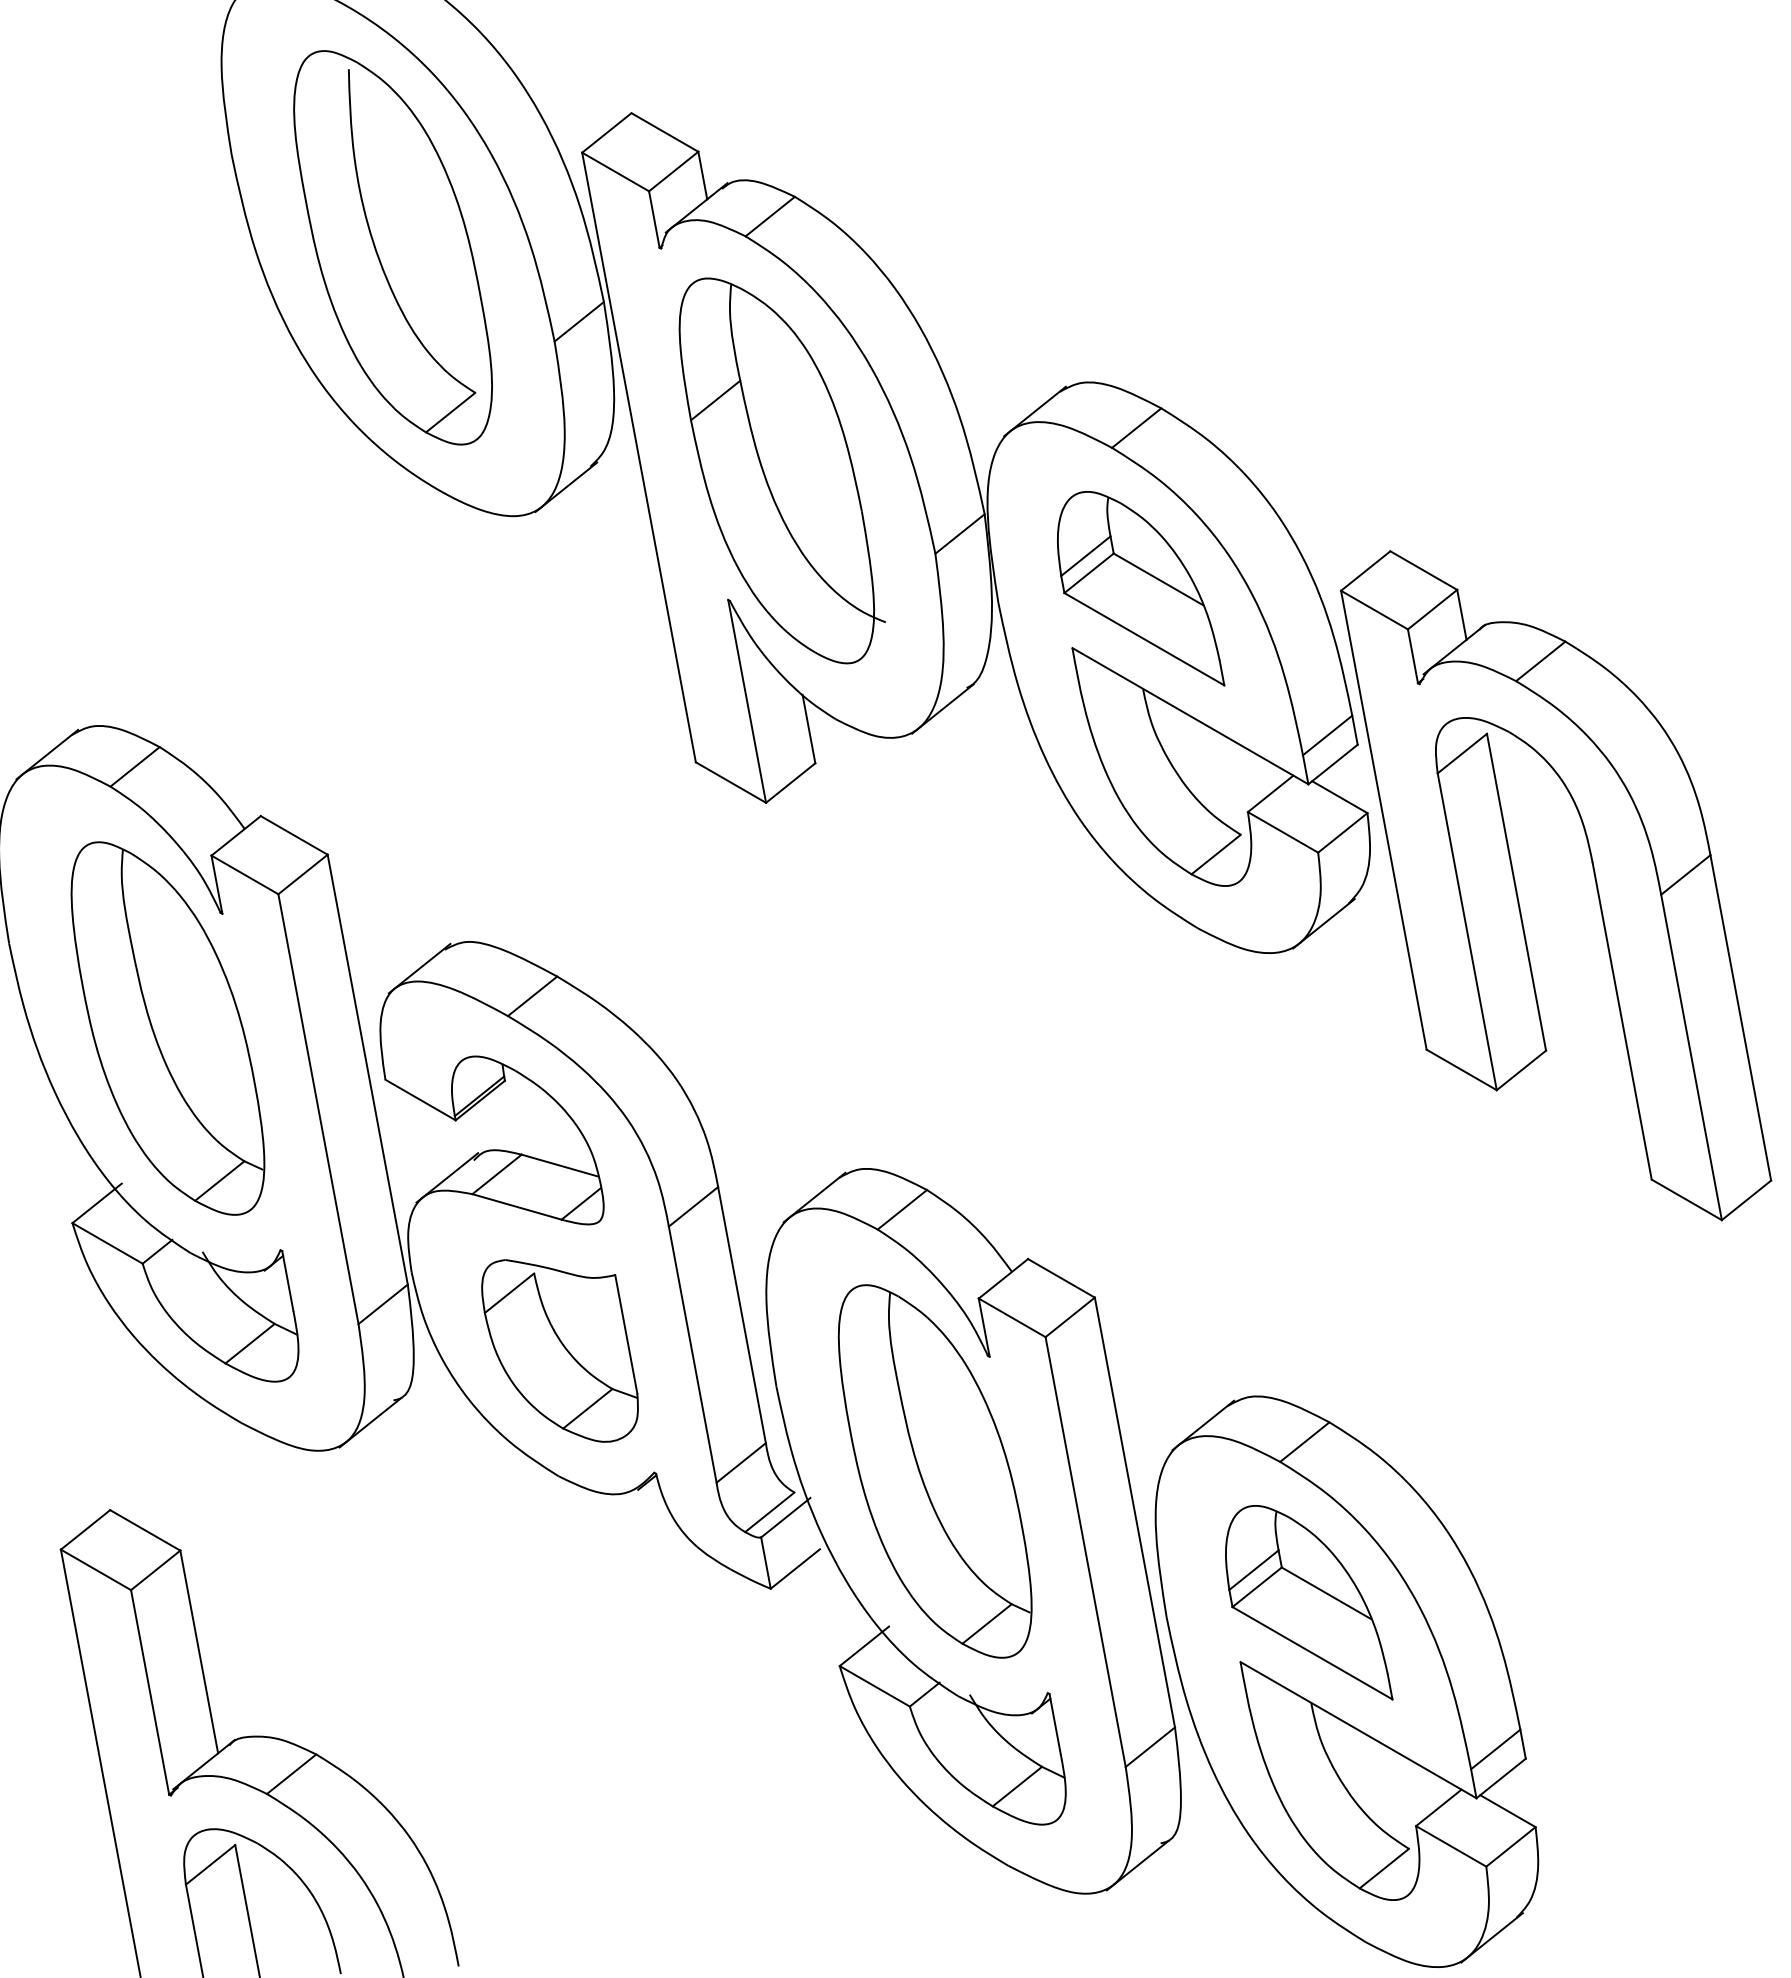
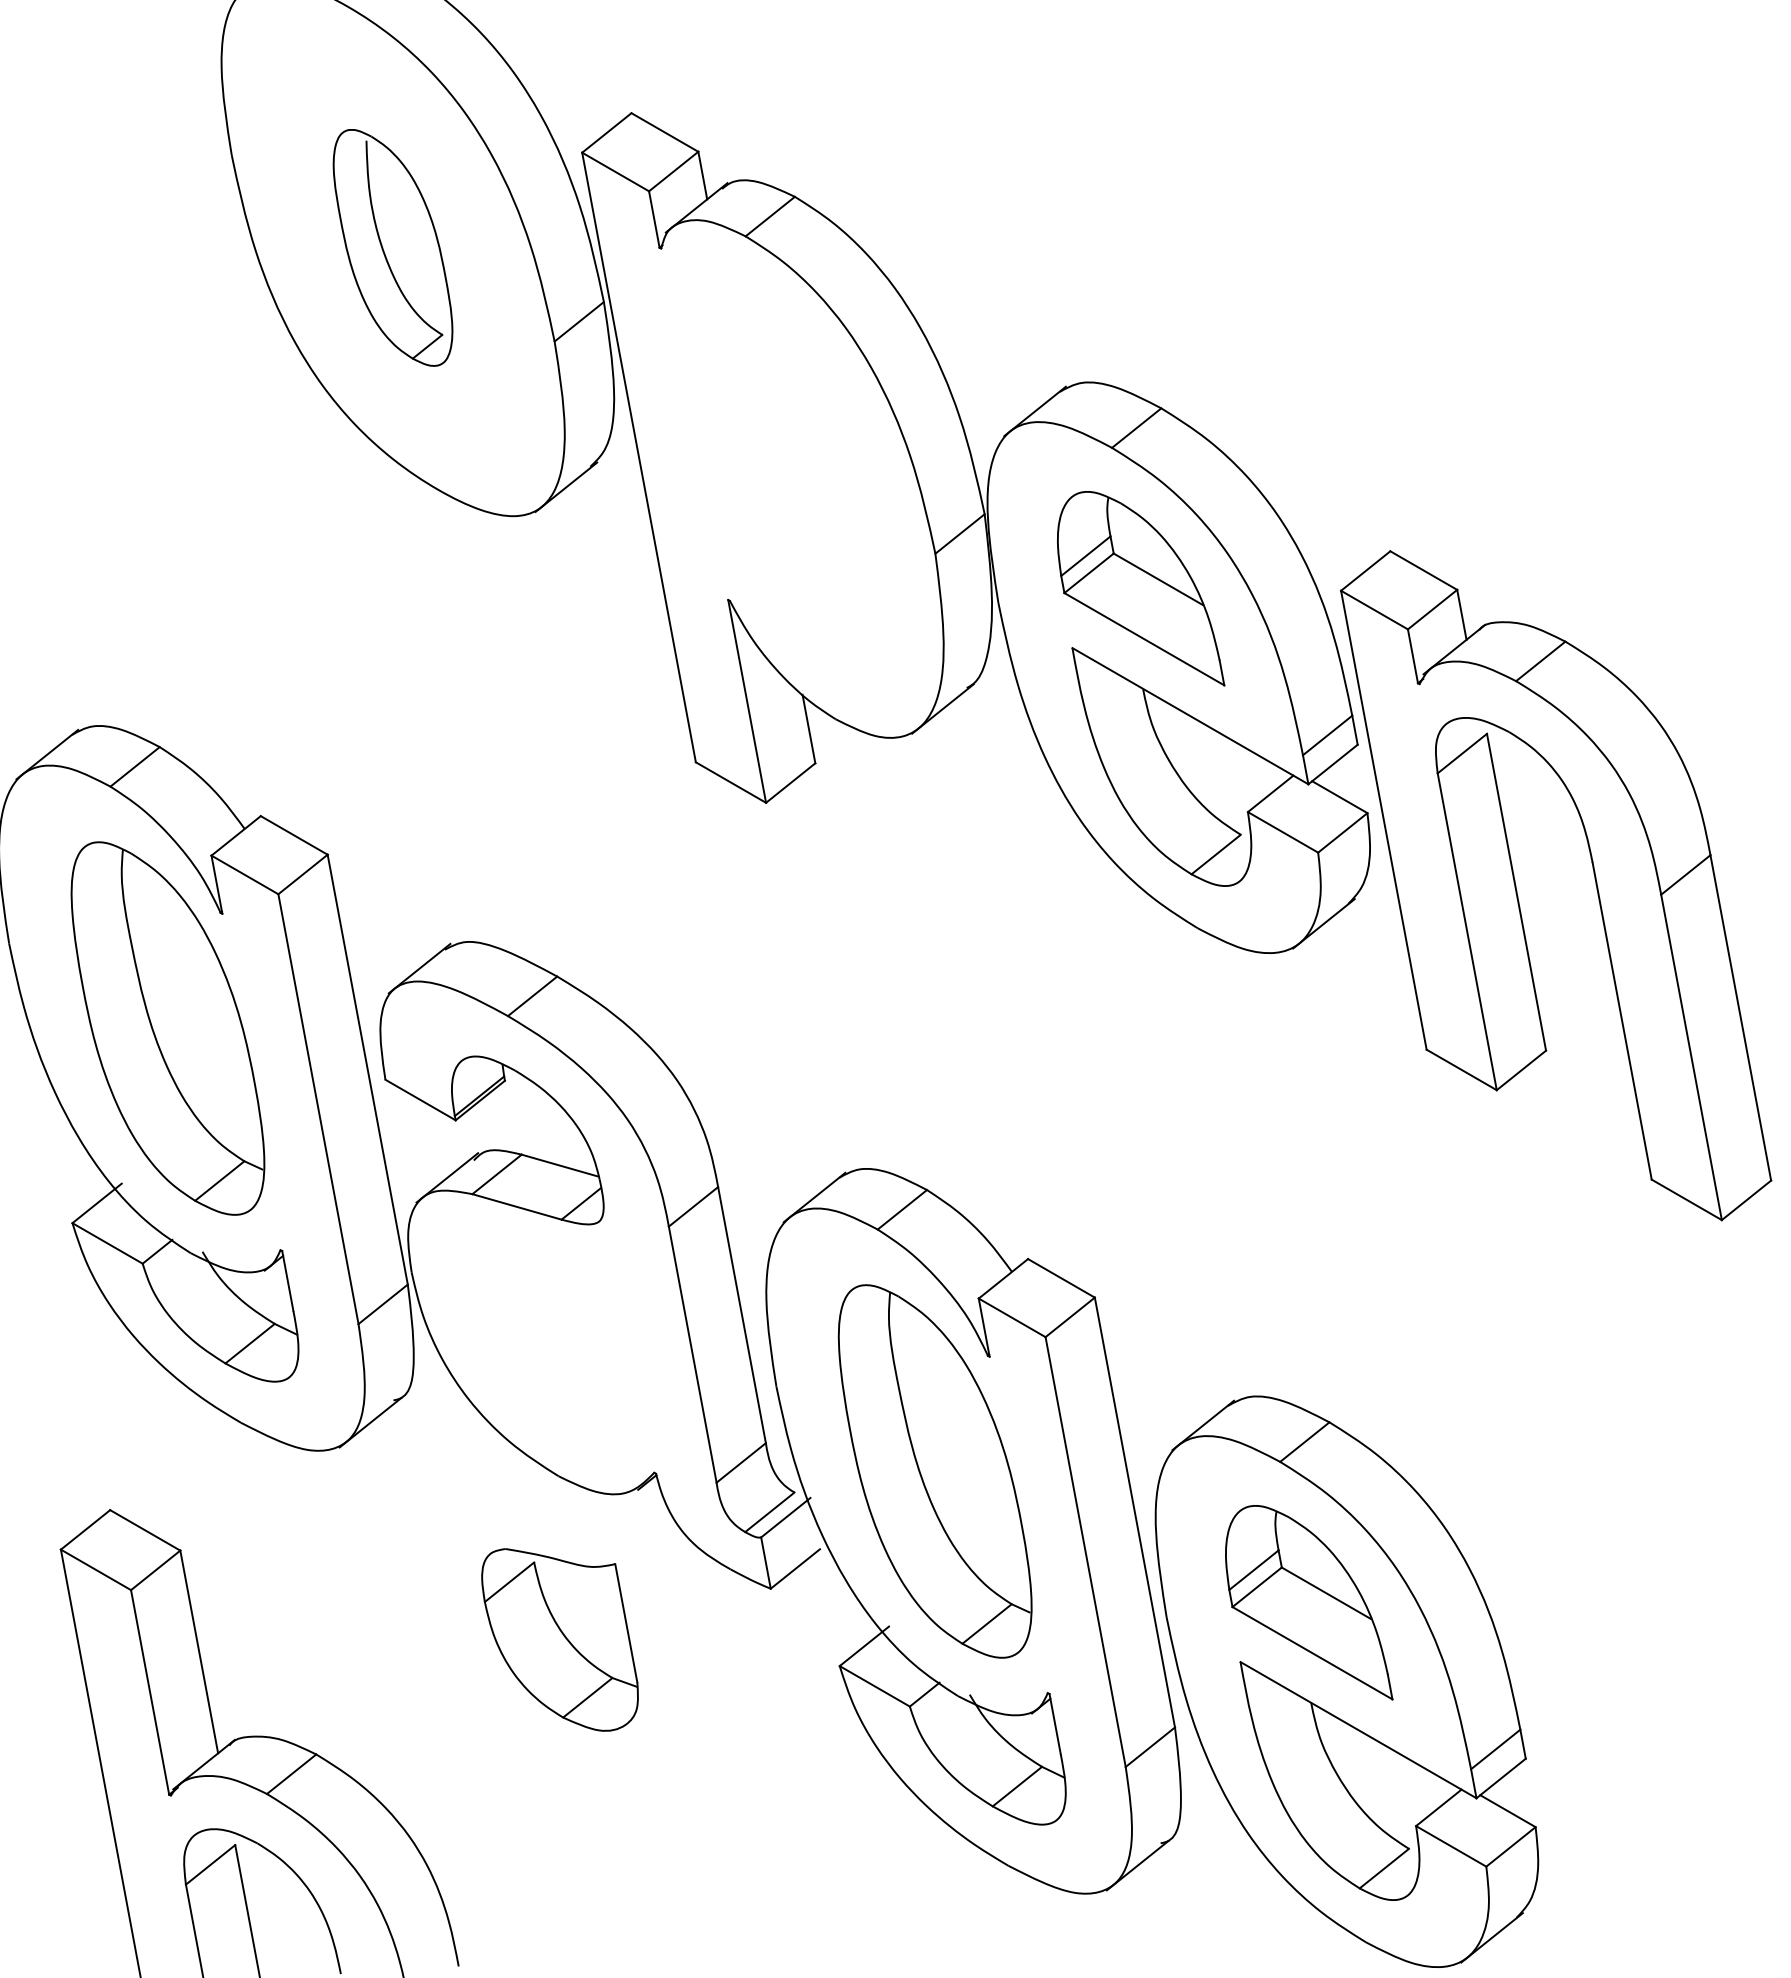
part at (392, 247) size: 200x396 px -> 122x238 px
part at (781, 470): present -> none
part at (559, 1350) position: (559, 1350) -> (559, 1639)
